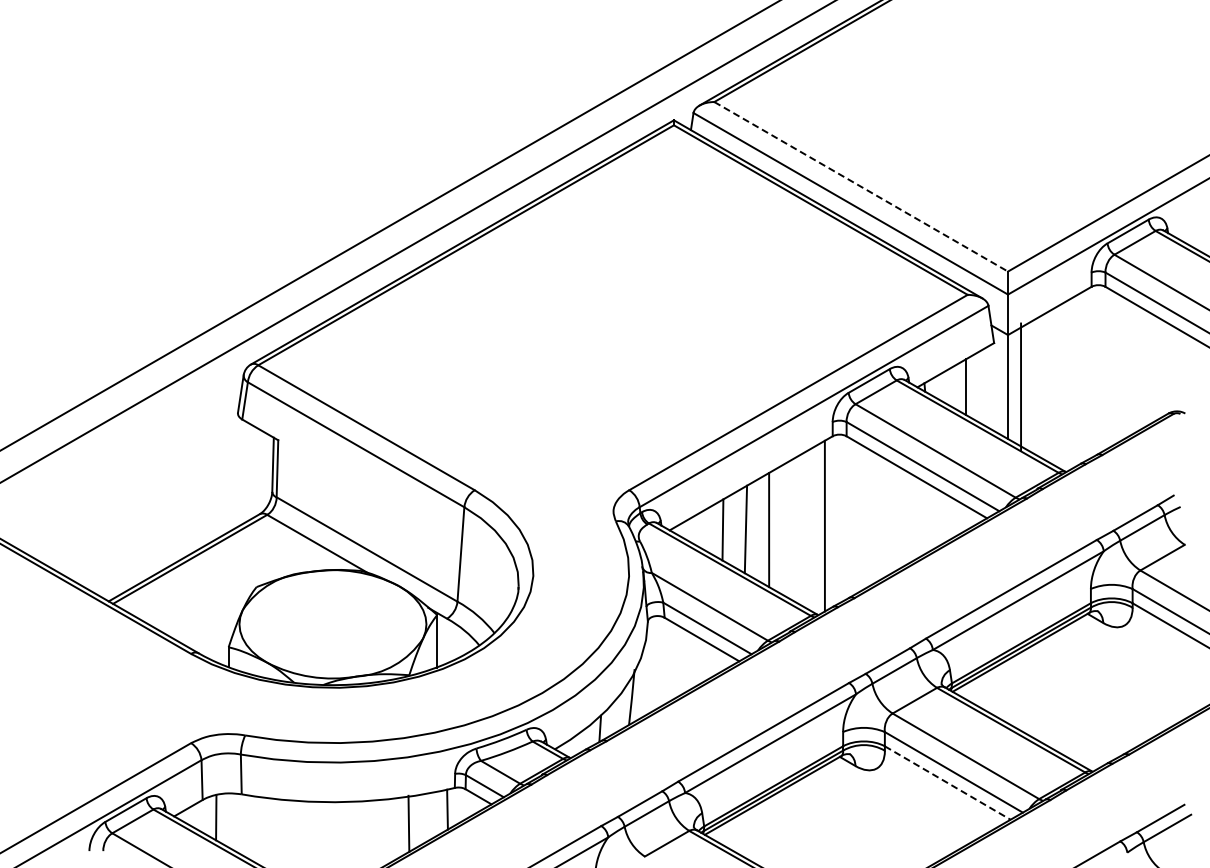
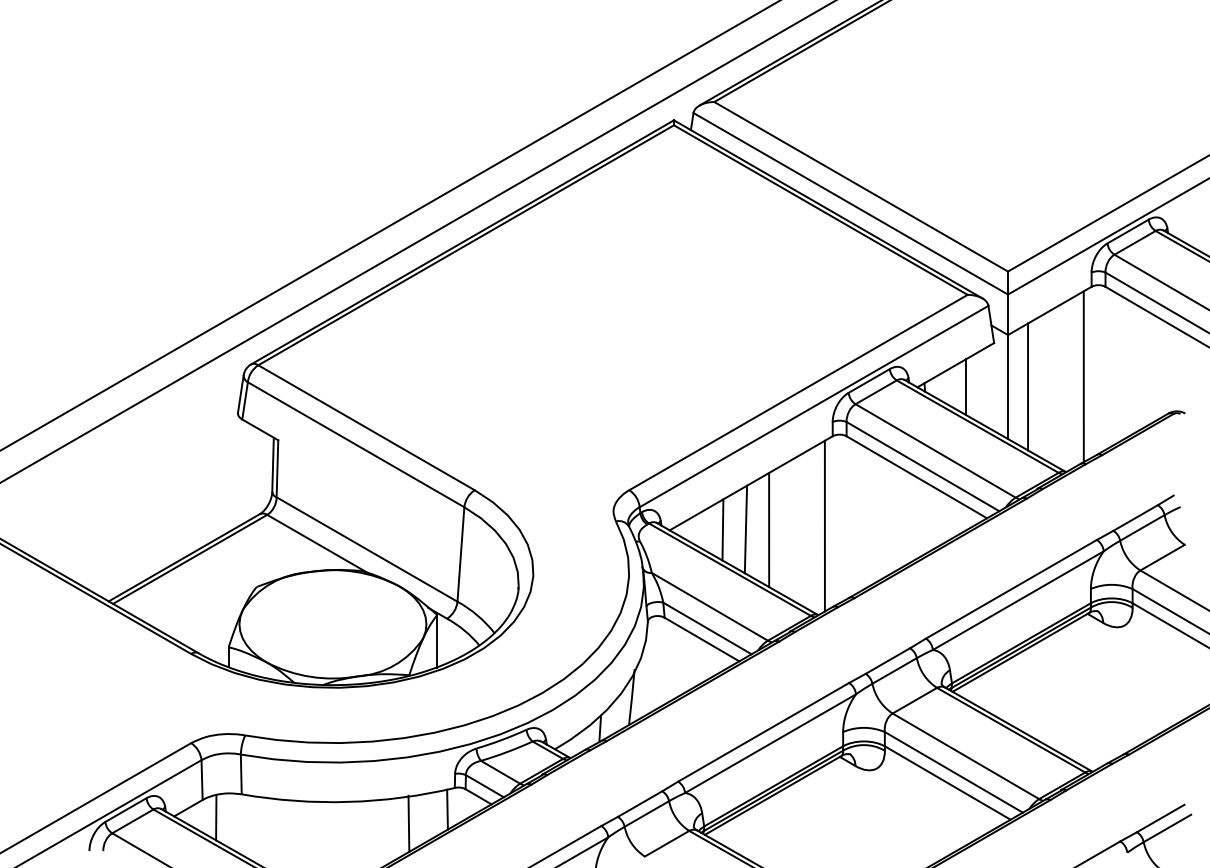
line at (861, 186): dashed -> solid
line at (1083, 376): none -> present
line at (1021, 386) position: (1021, 386) -> (1028, 386)
line at (947, 783): dashed -> solid
